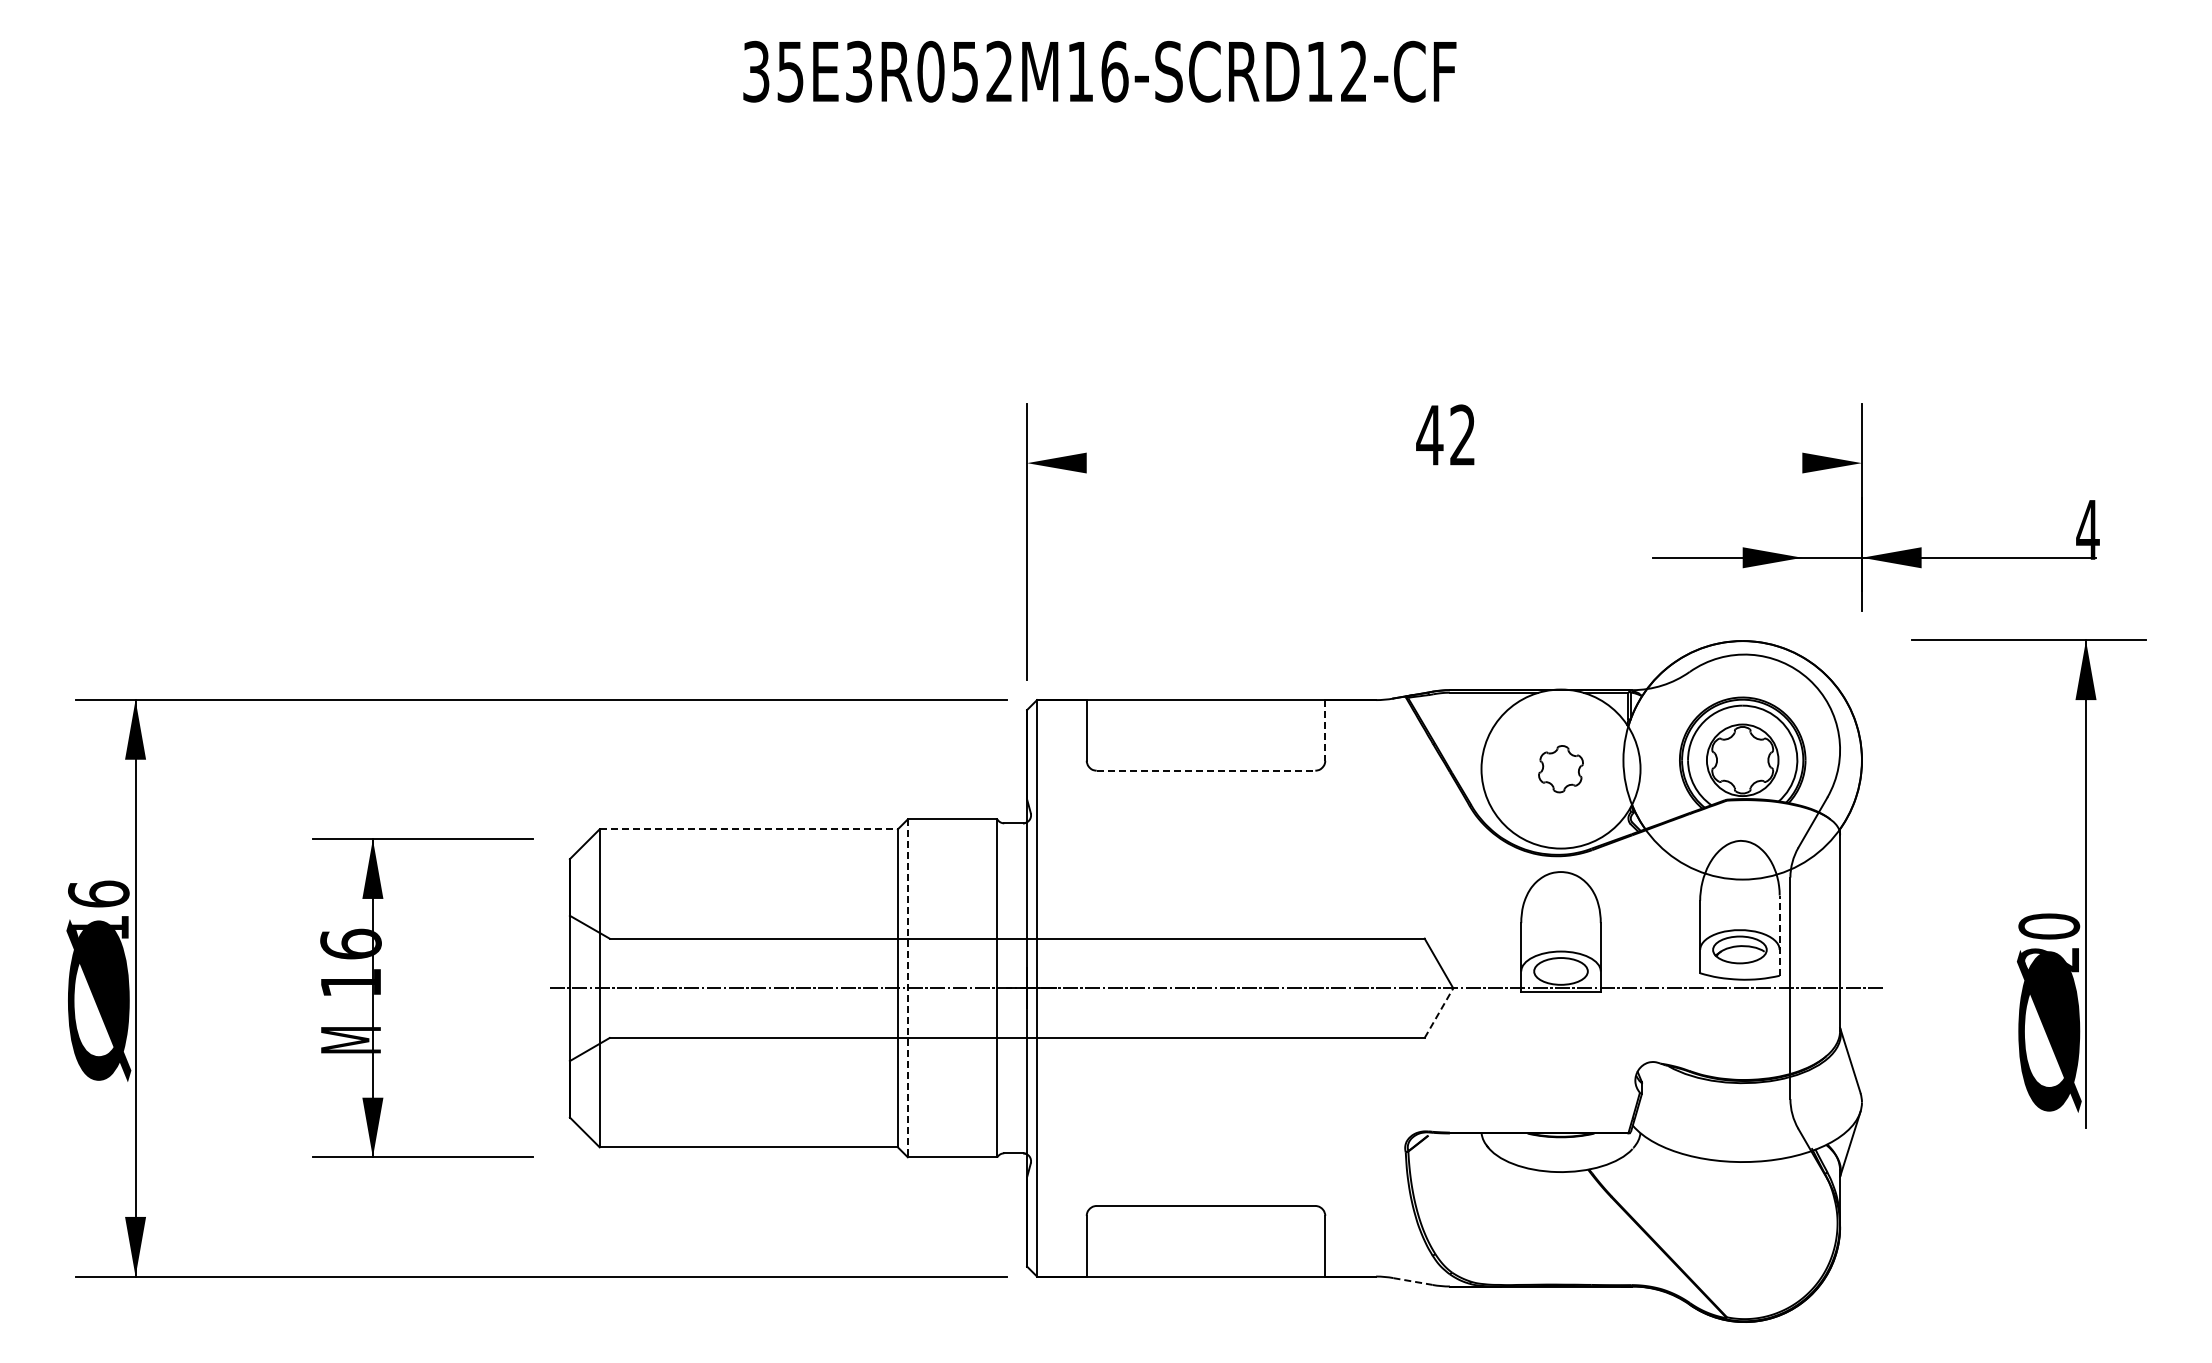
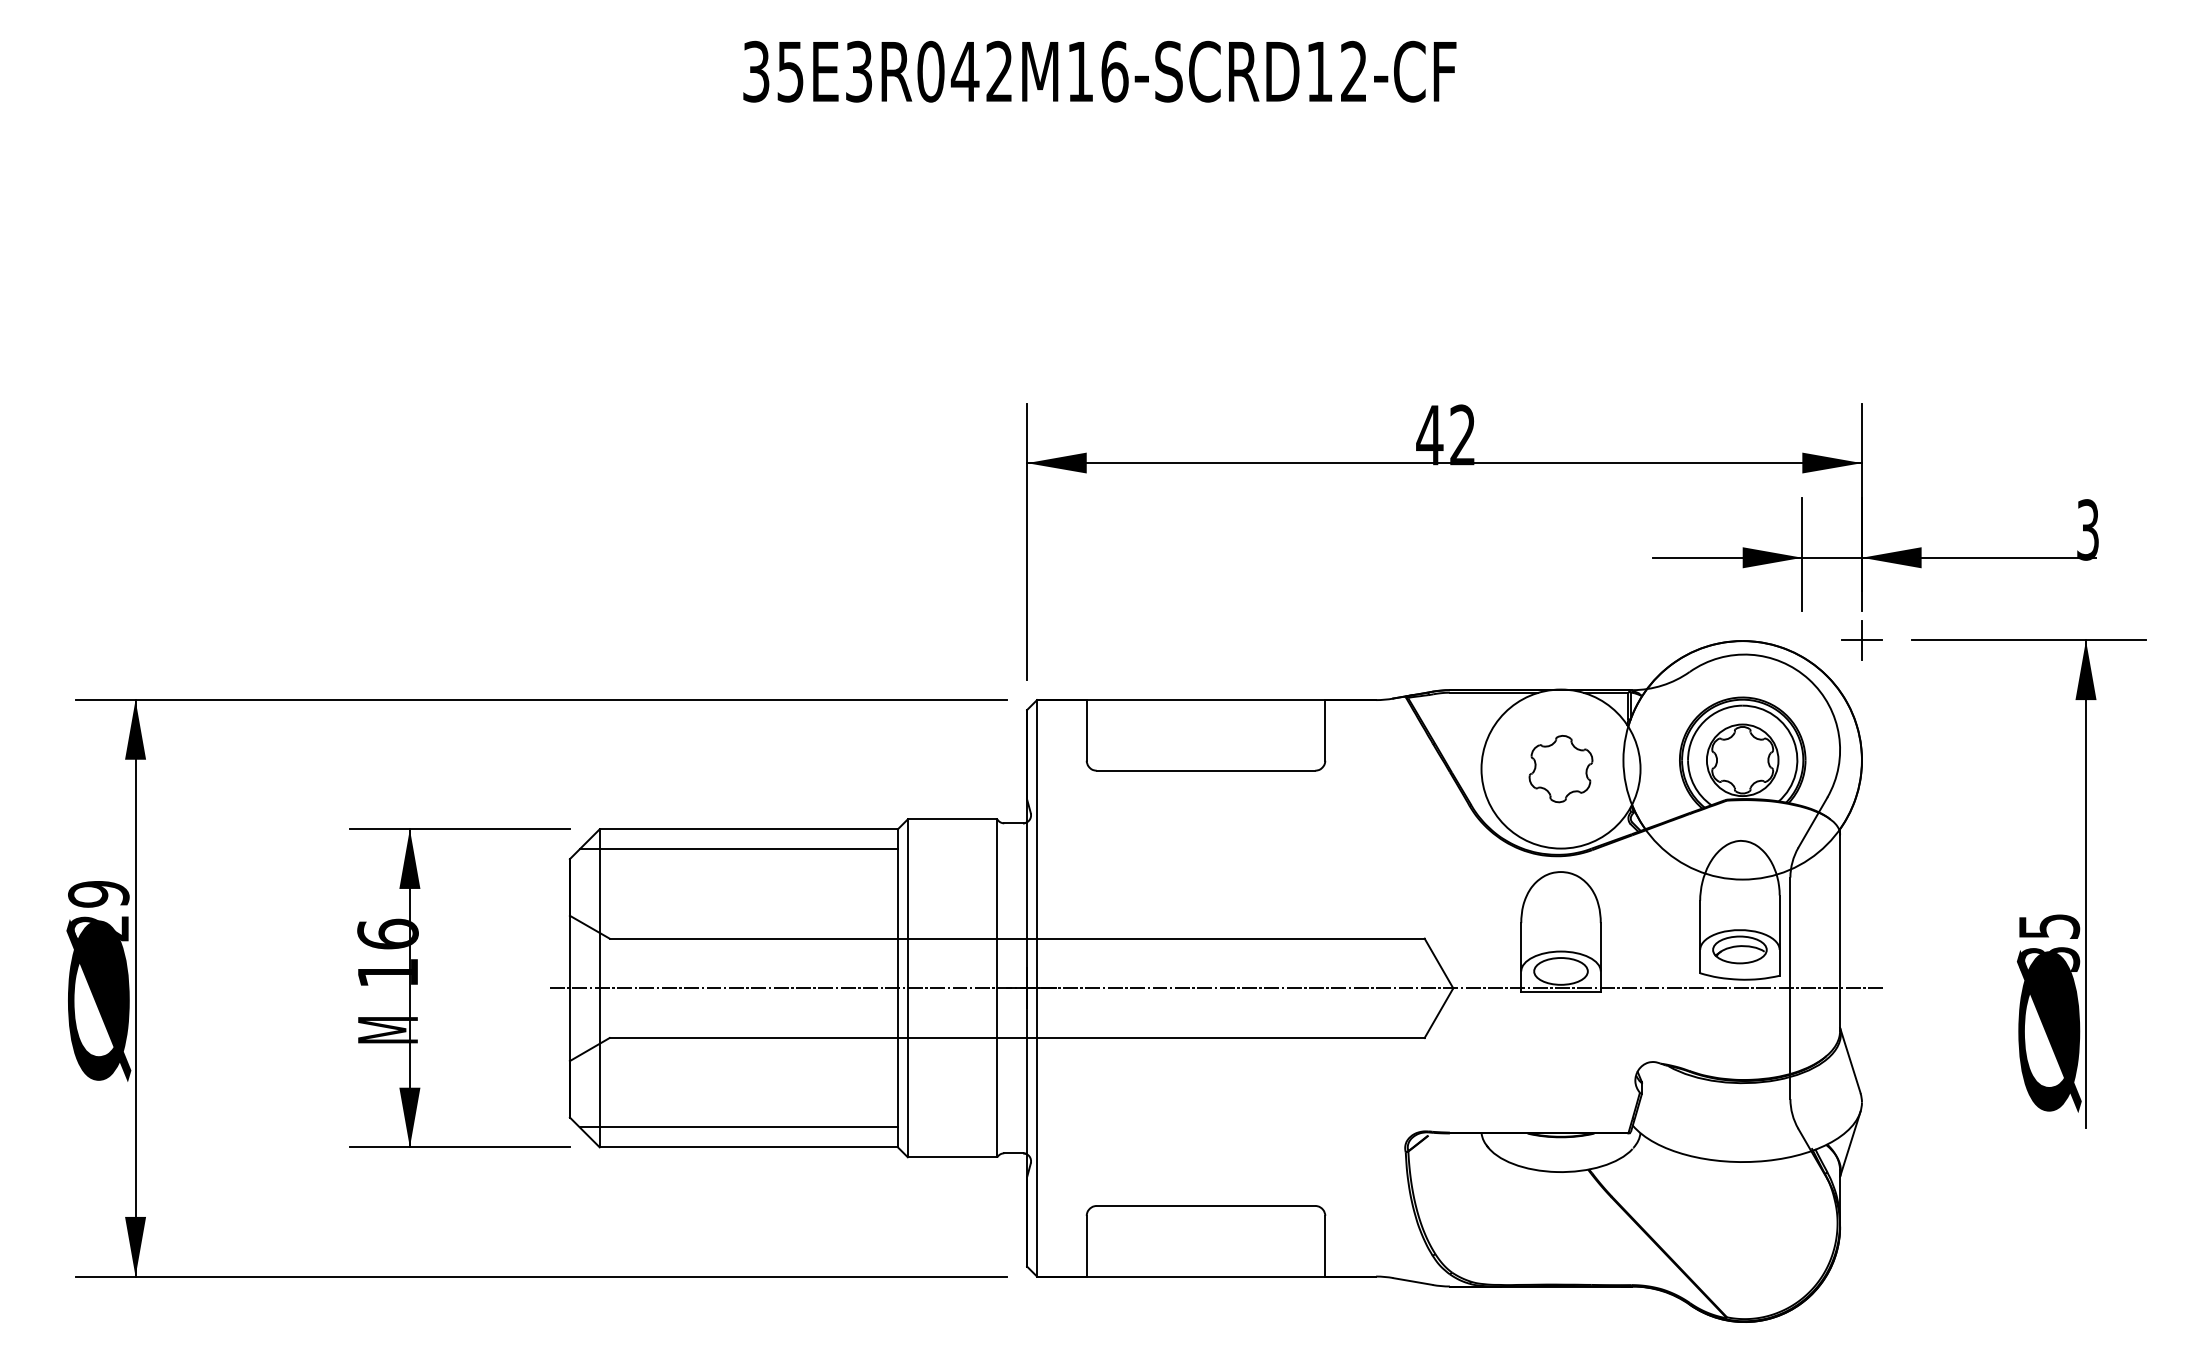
text at (964, 72): 35E3R052M16-SCRD12-CF -> 35E3R042M16-SCRD12-CF
line at (1444, 463): none -> present
text at (2087, 529): 4 -> 3
line at (1802, 554): none -> present
part at (1861, 640): none -> present
line at (1325, 730): dashed -> solid
part at (1560, 769) size: 46x49 px -> 66x69 px
line at (1206, 770): dashed -> solid
line at (749, 829): dashed -> solid
line at (738, 849): none -> present
text at (98, 910): 16 -> 29
line at (1779, 935): dashed -> solid
text at (2049, 942): 20 -> 35
line at (907, 988): dashed -> solid
part at (380, 994) position: (380, 994) -> (417, 984)
line at (1438, 1013): dashed -> solid
line at (738, 1127): none -> present
line at (1413, 1281): dashed -> solid
